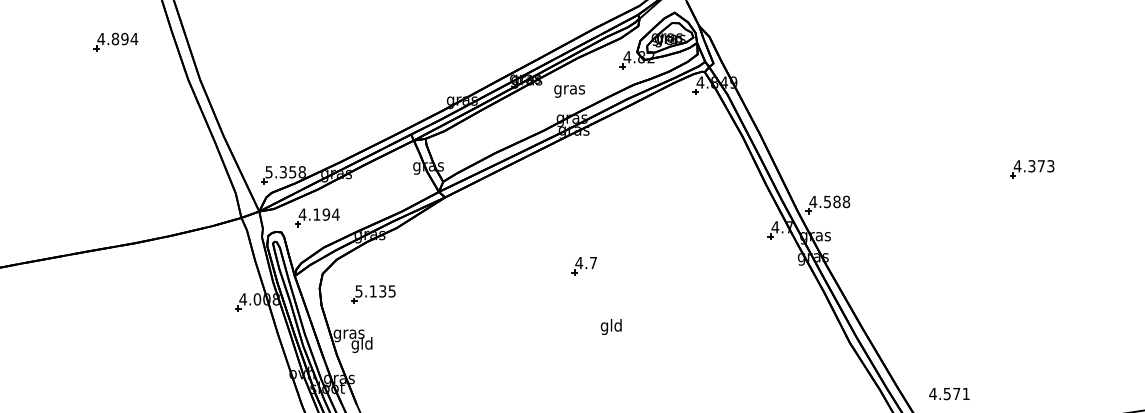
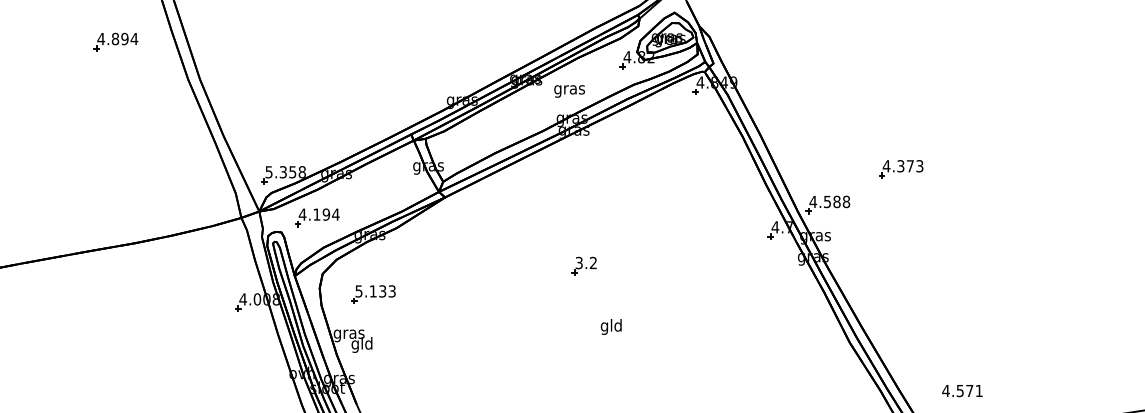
part at (1032, 169) position: (1032, 169) -> (901, 169)
text at (585, 262): 4.7 -> 3.2
text at (392, 290): 5.135 -> 5.133
text at (949, 394) position: (949, 394) -> (962, 391)
